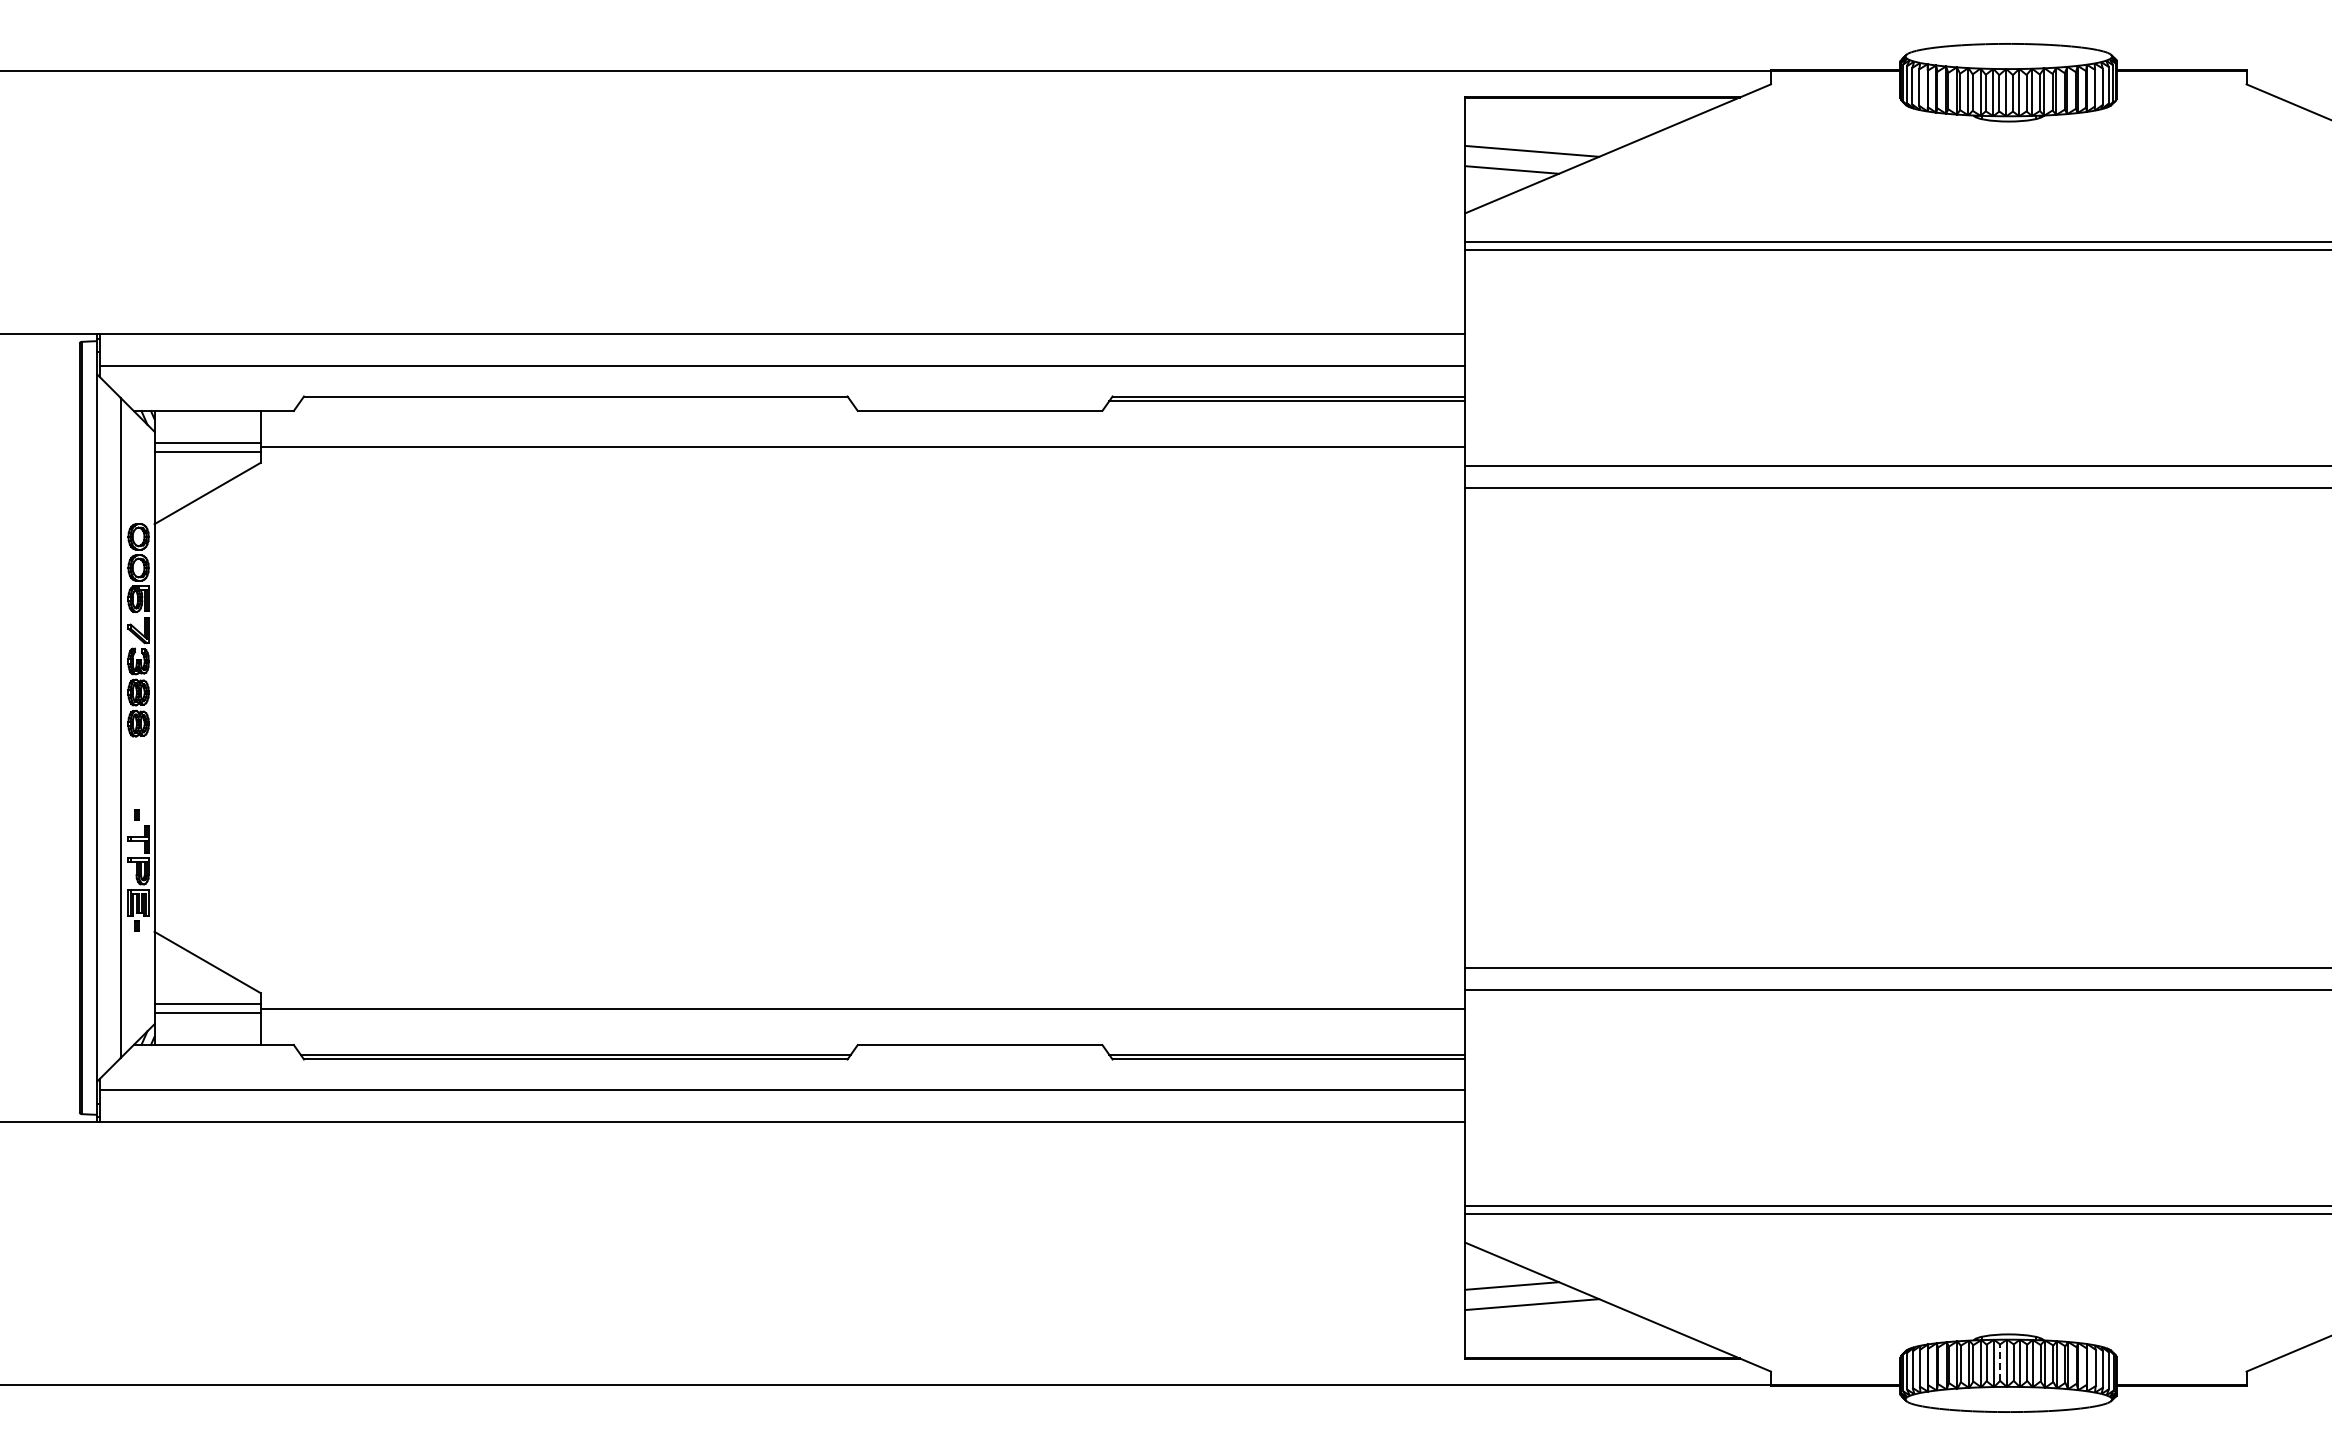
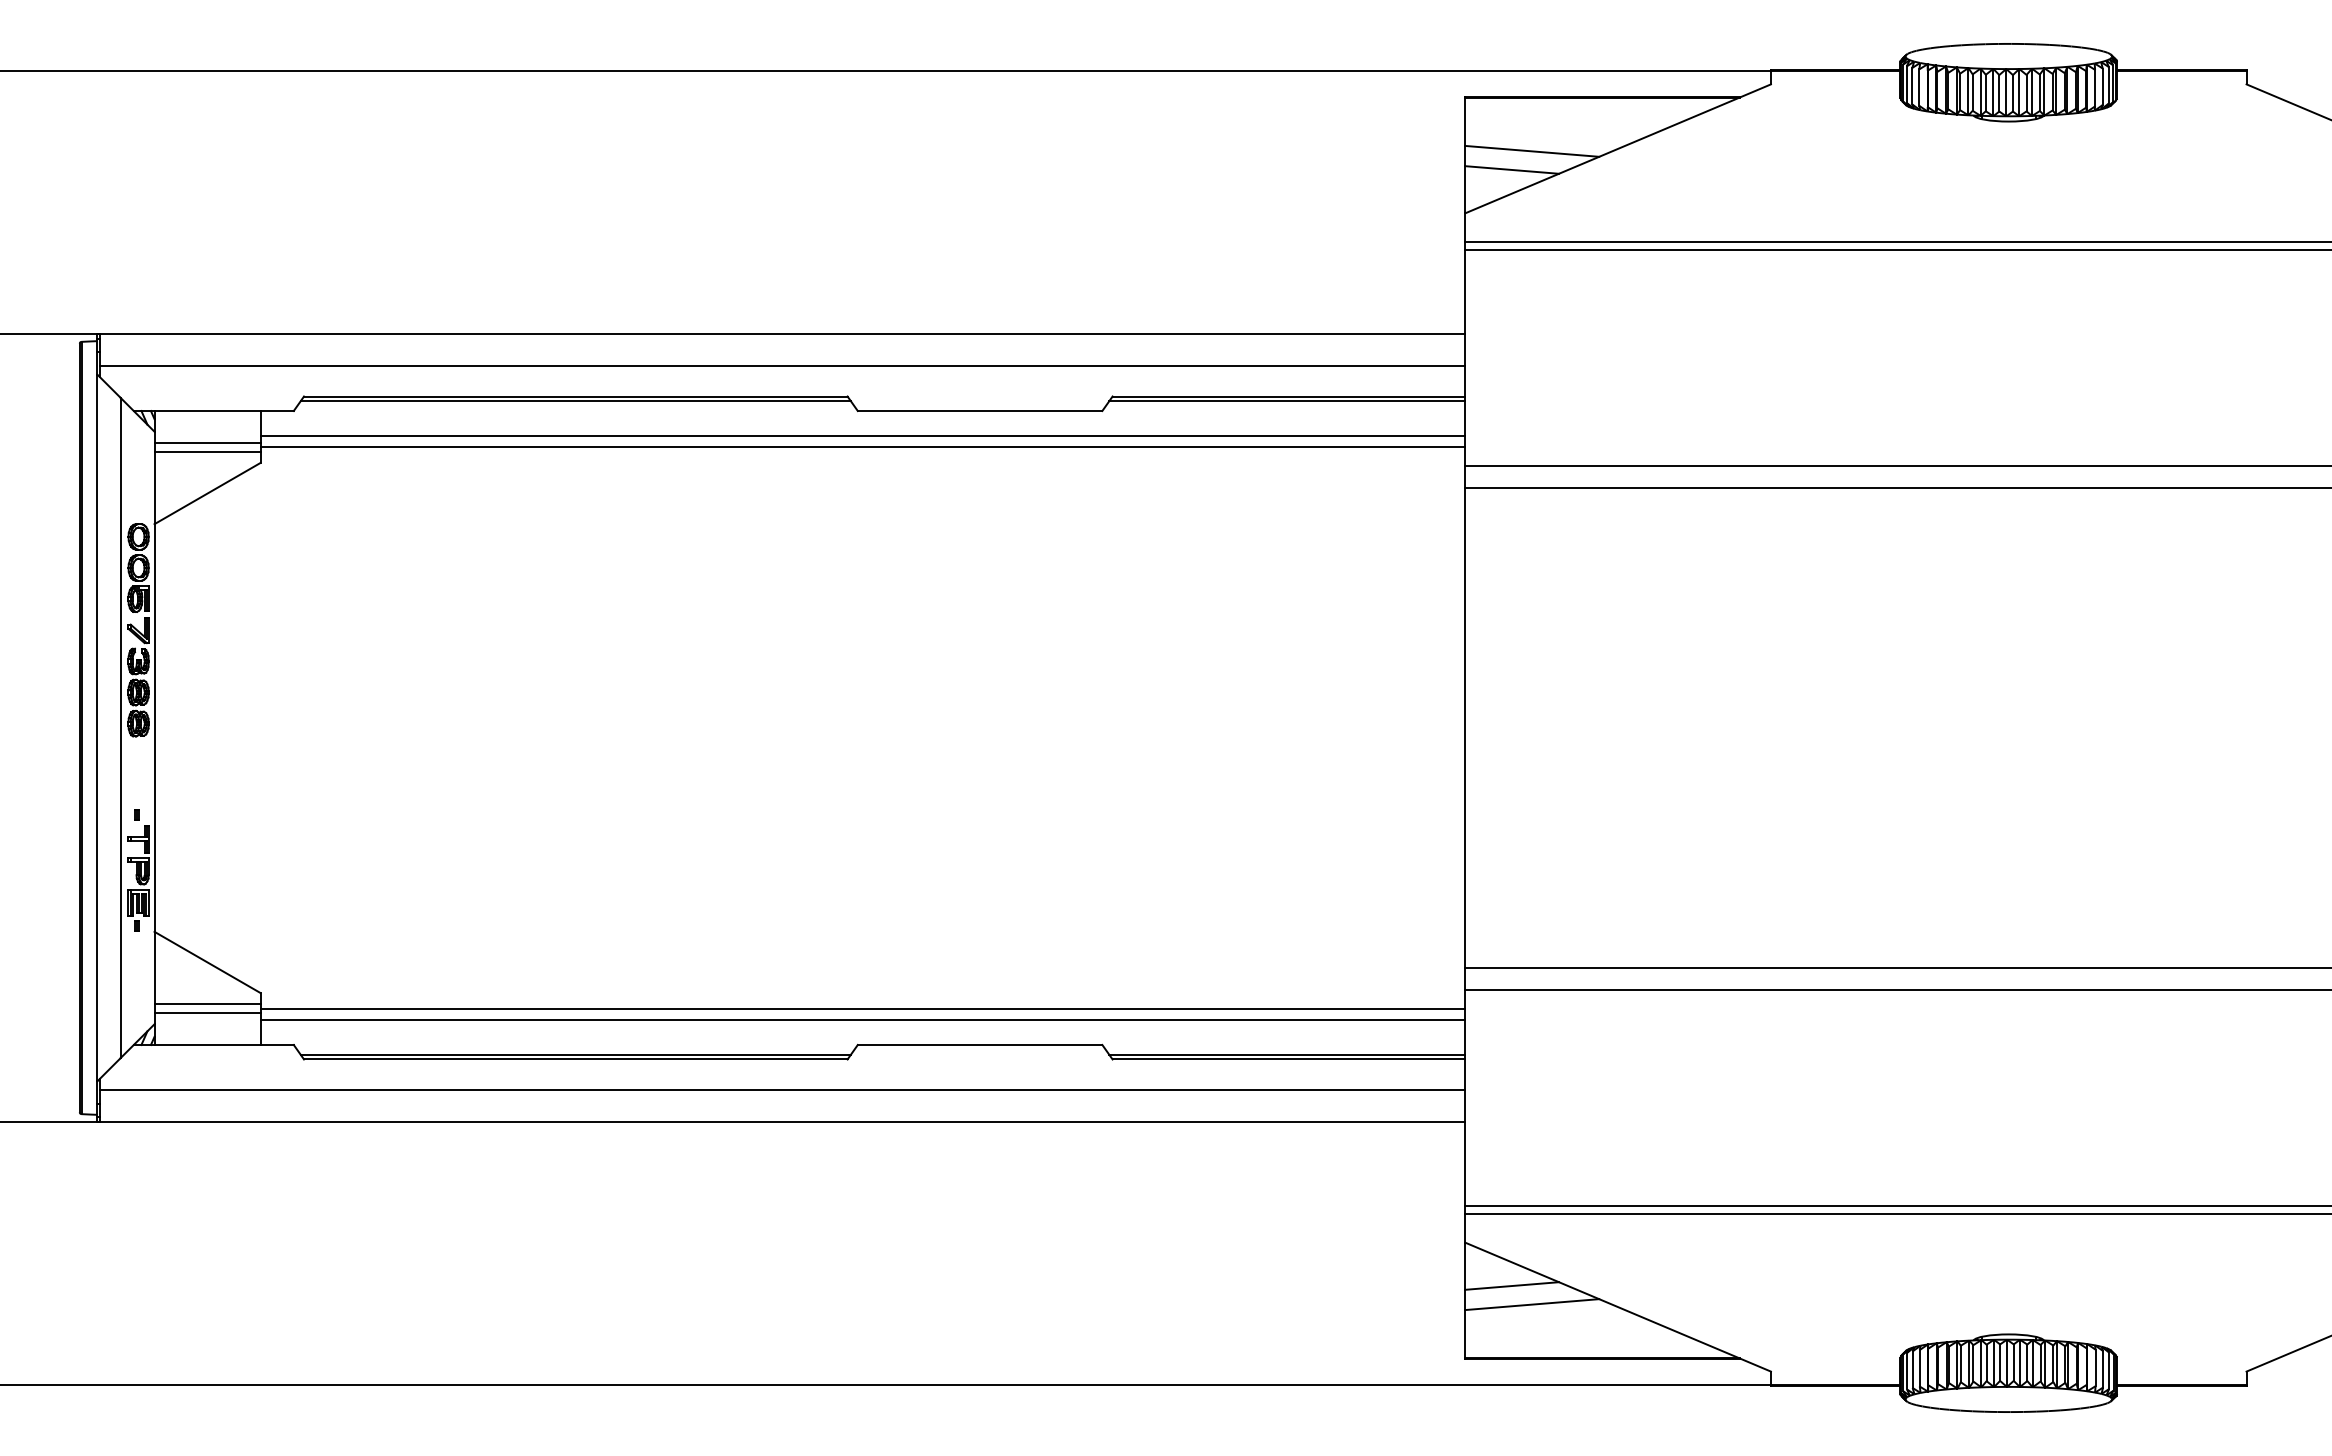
line at (575, 401): none -> present
line at (862, 435): none -> present
line at (862, 1020): none -> present
line at (2000, 1362): dashed -> solid
